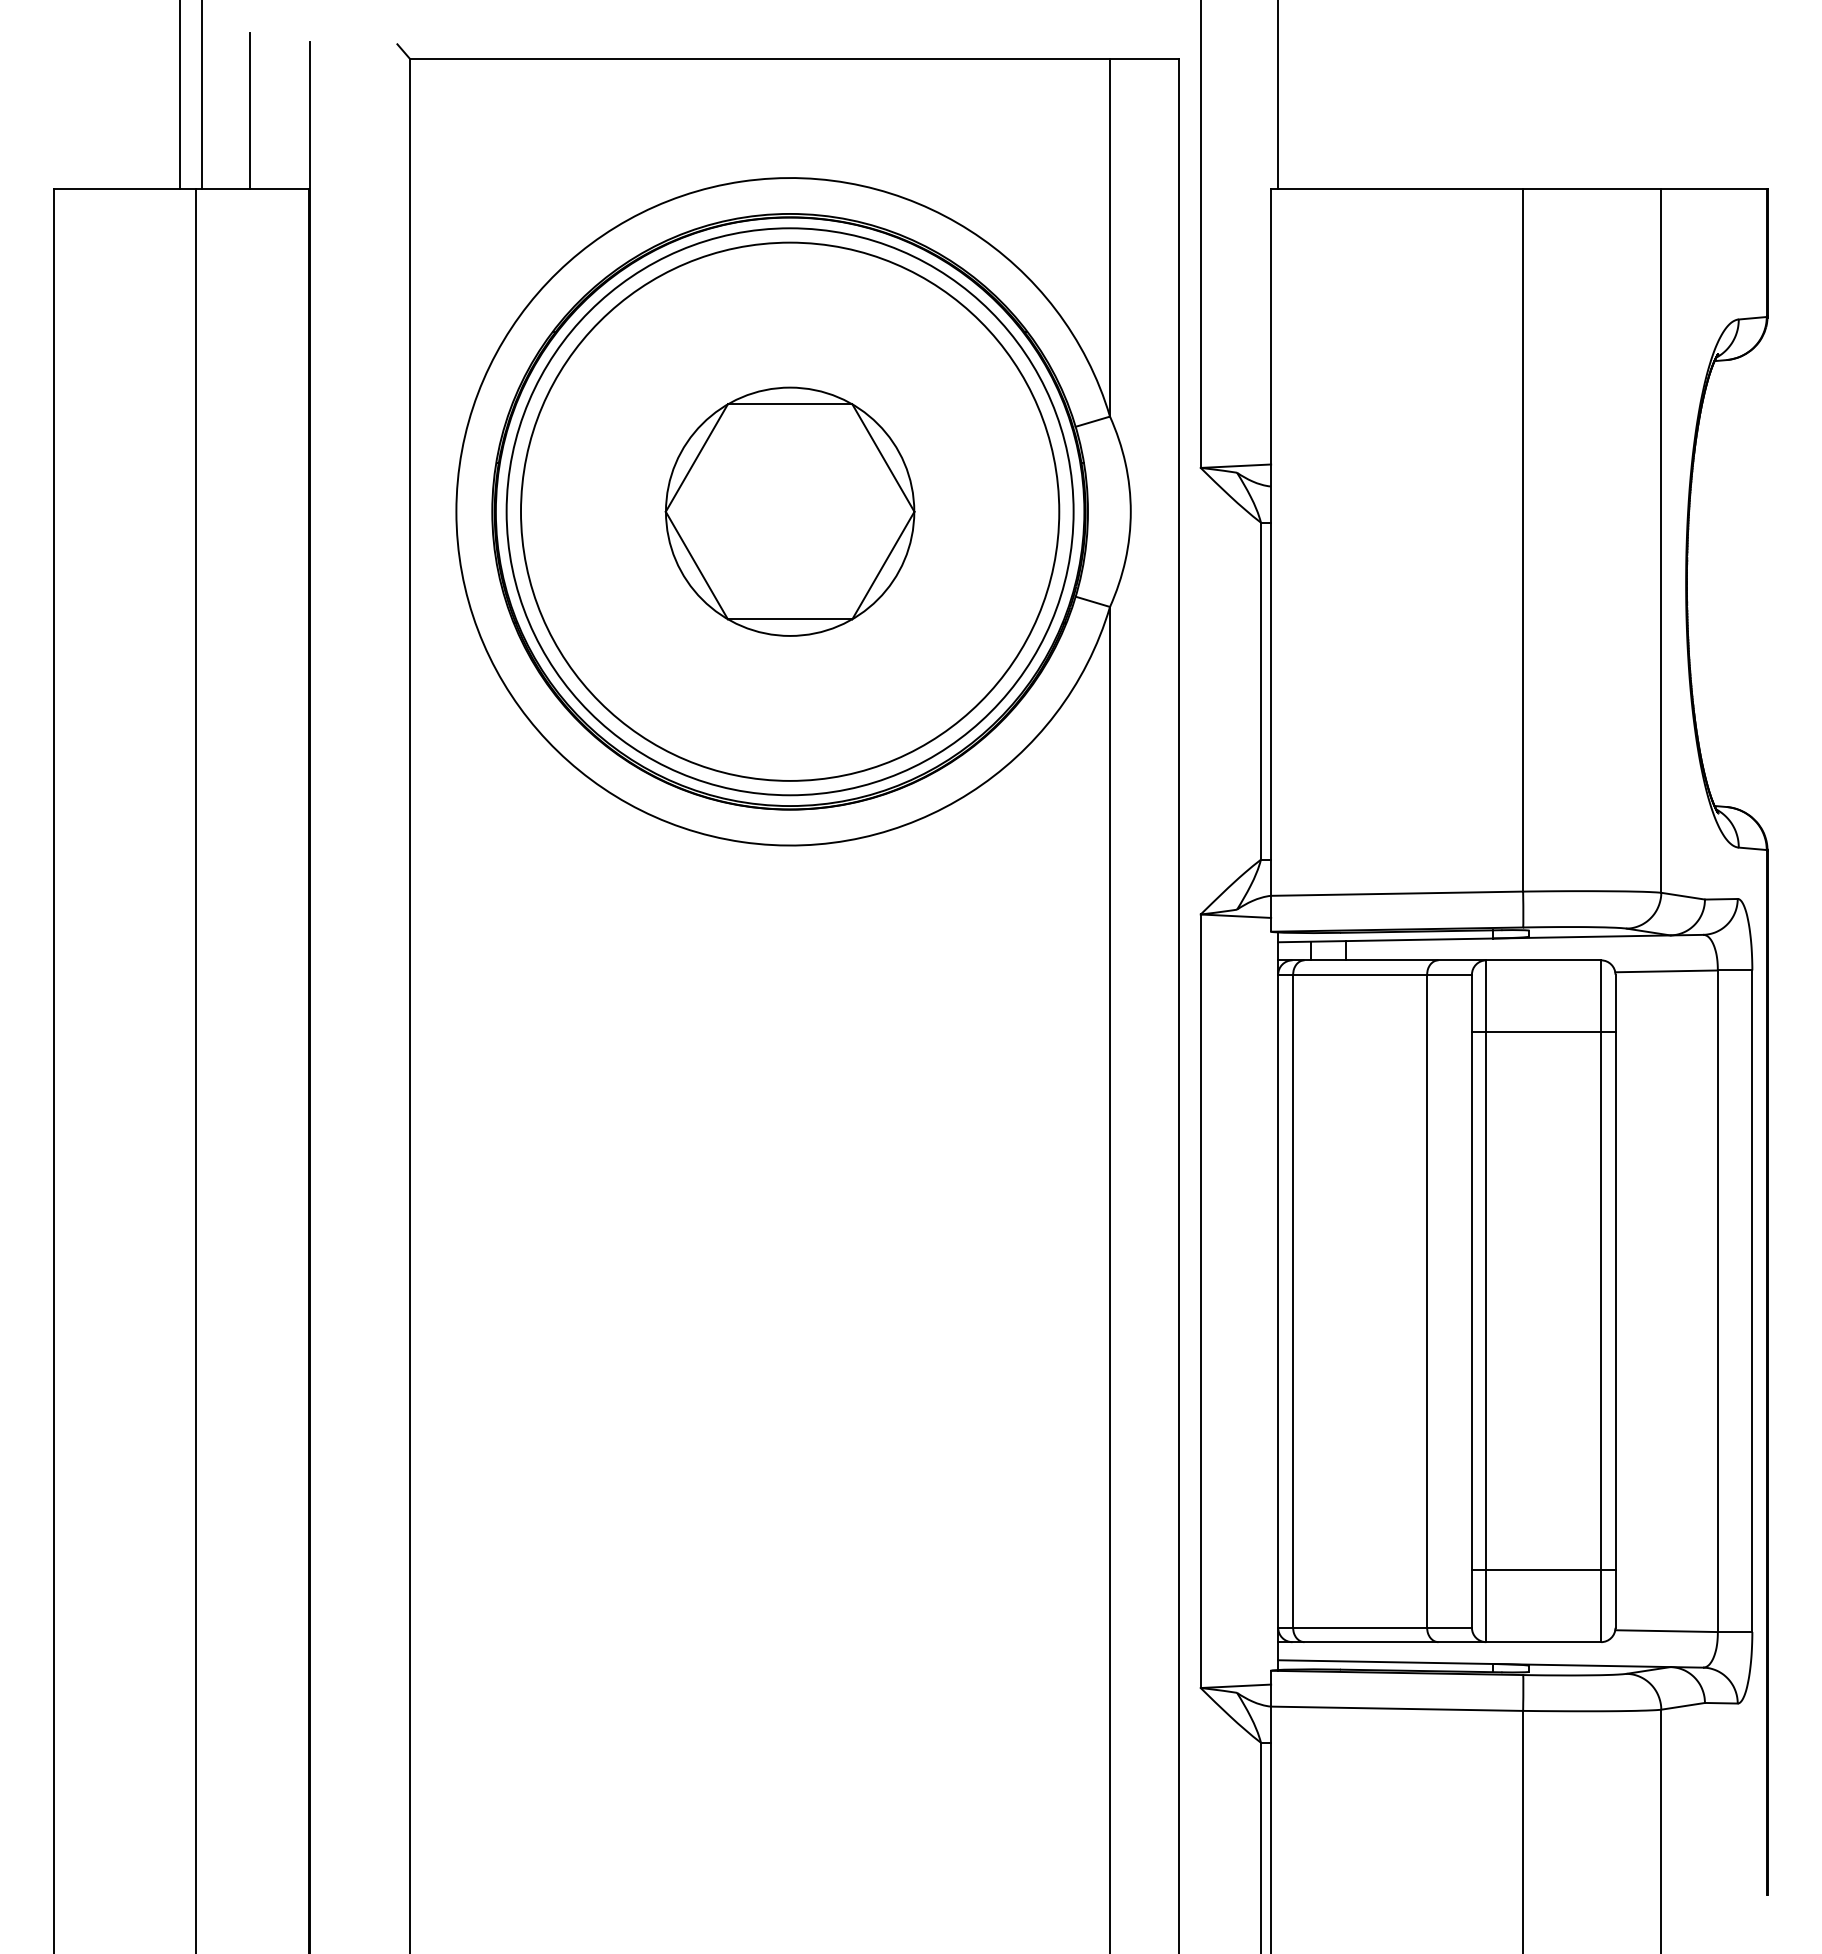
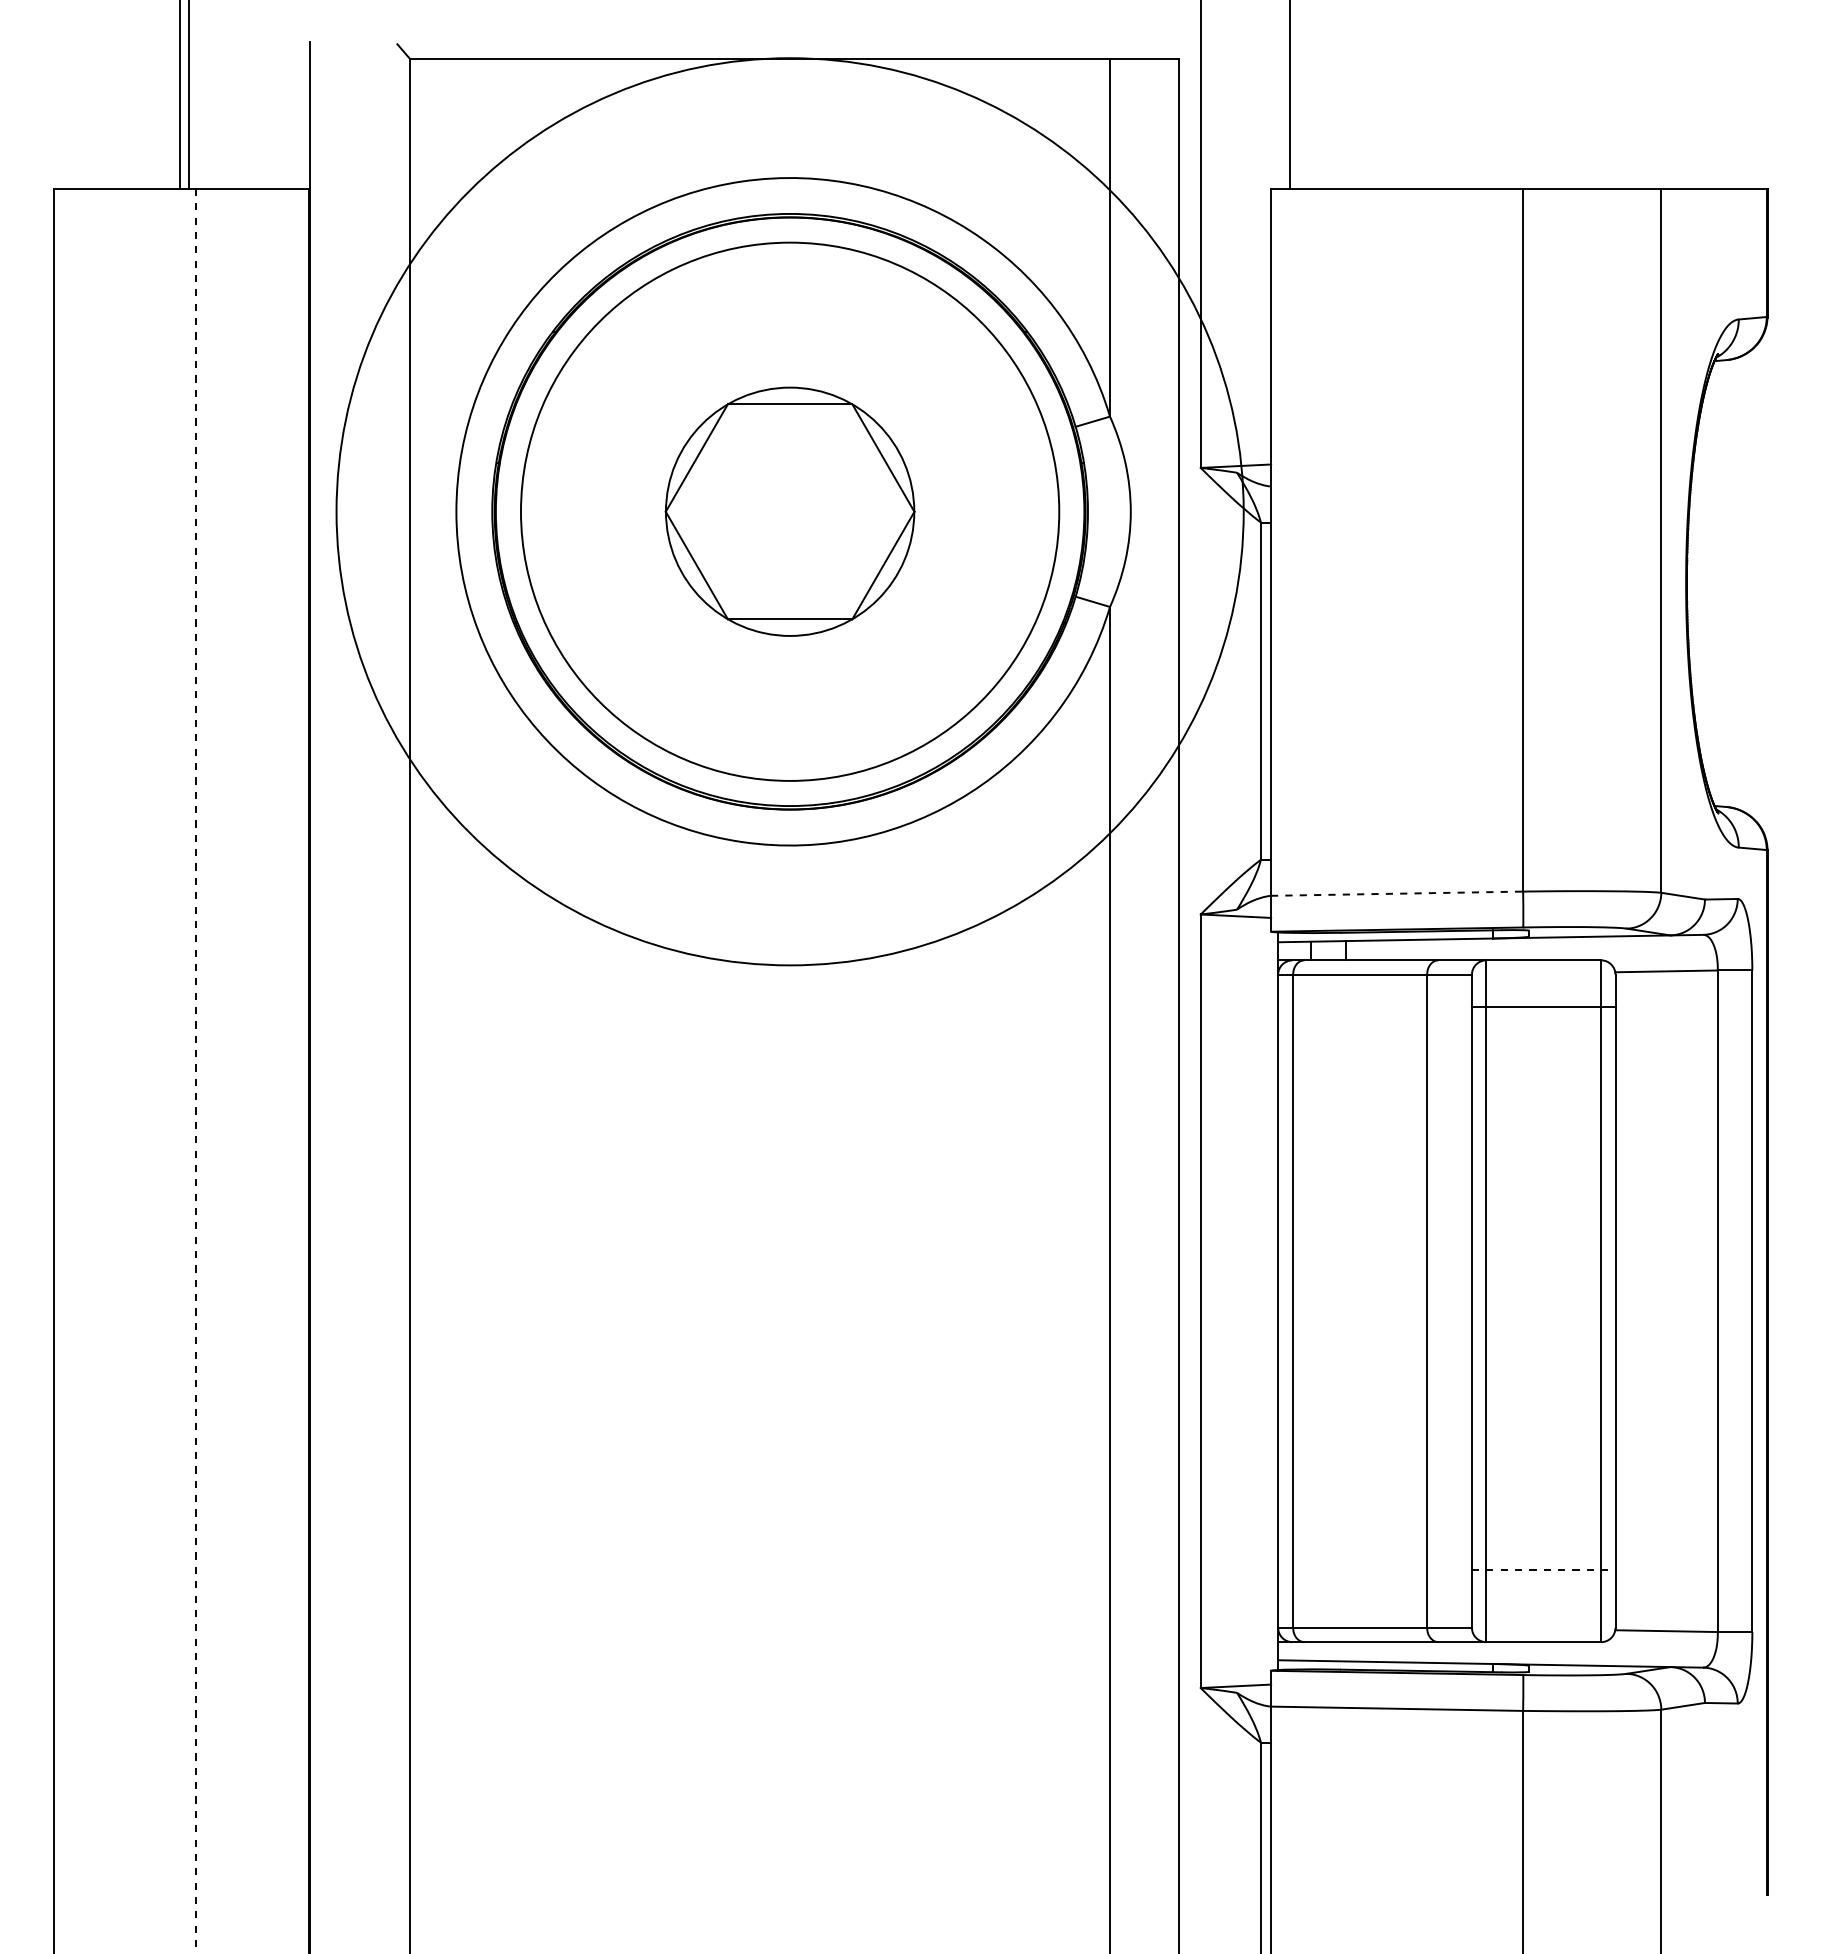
line at (201, 95) position: (201, 95) -> (188, 95)
line at (1278, 95) position: (1278, 95) -> (1290, 95)
line at (250, 110): present -> none
circle at (789, 511) diameter: 567 px -> 907 px
line at (1397, 893): solid -> dashed
line at (1543, 1032) position: (1543, 1032) -> (1543, 1007)
line at (195, 1071): solid -> dashed
line at (1543, 1570): solid -> dashed
